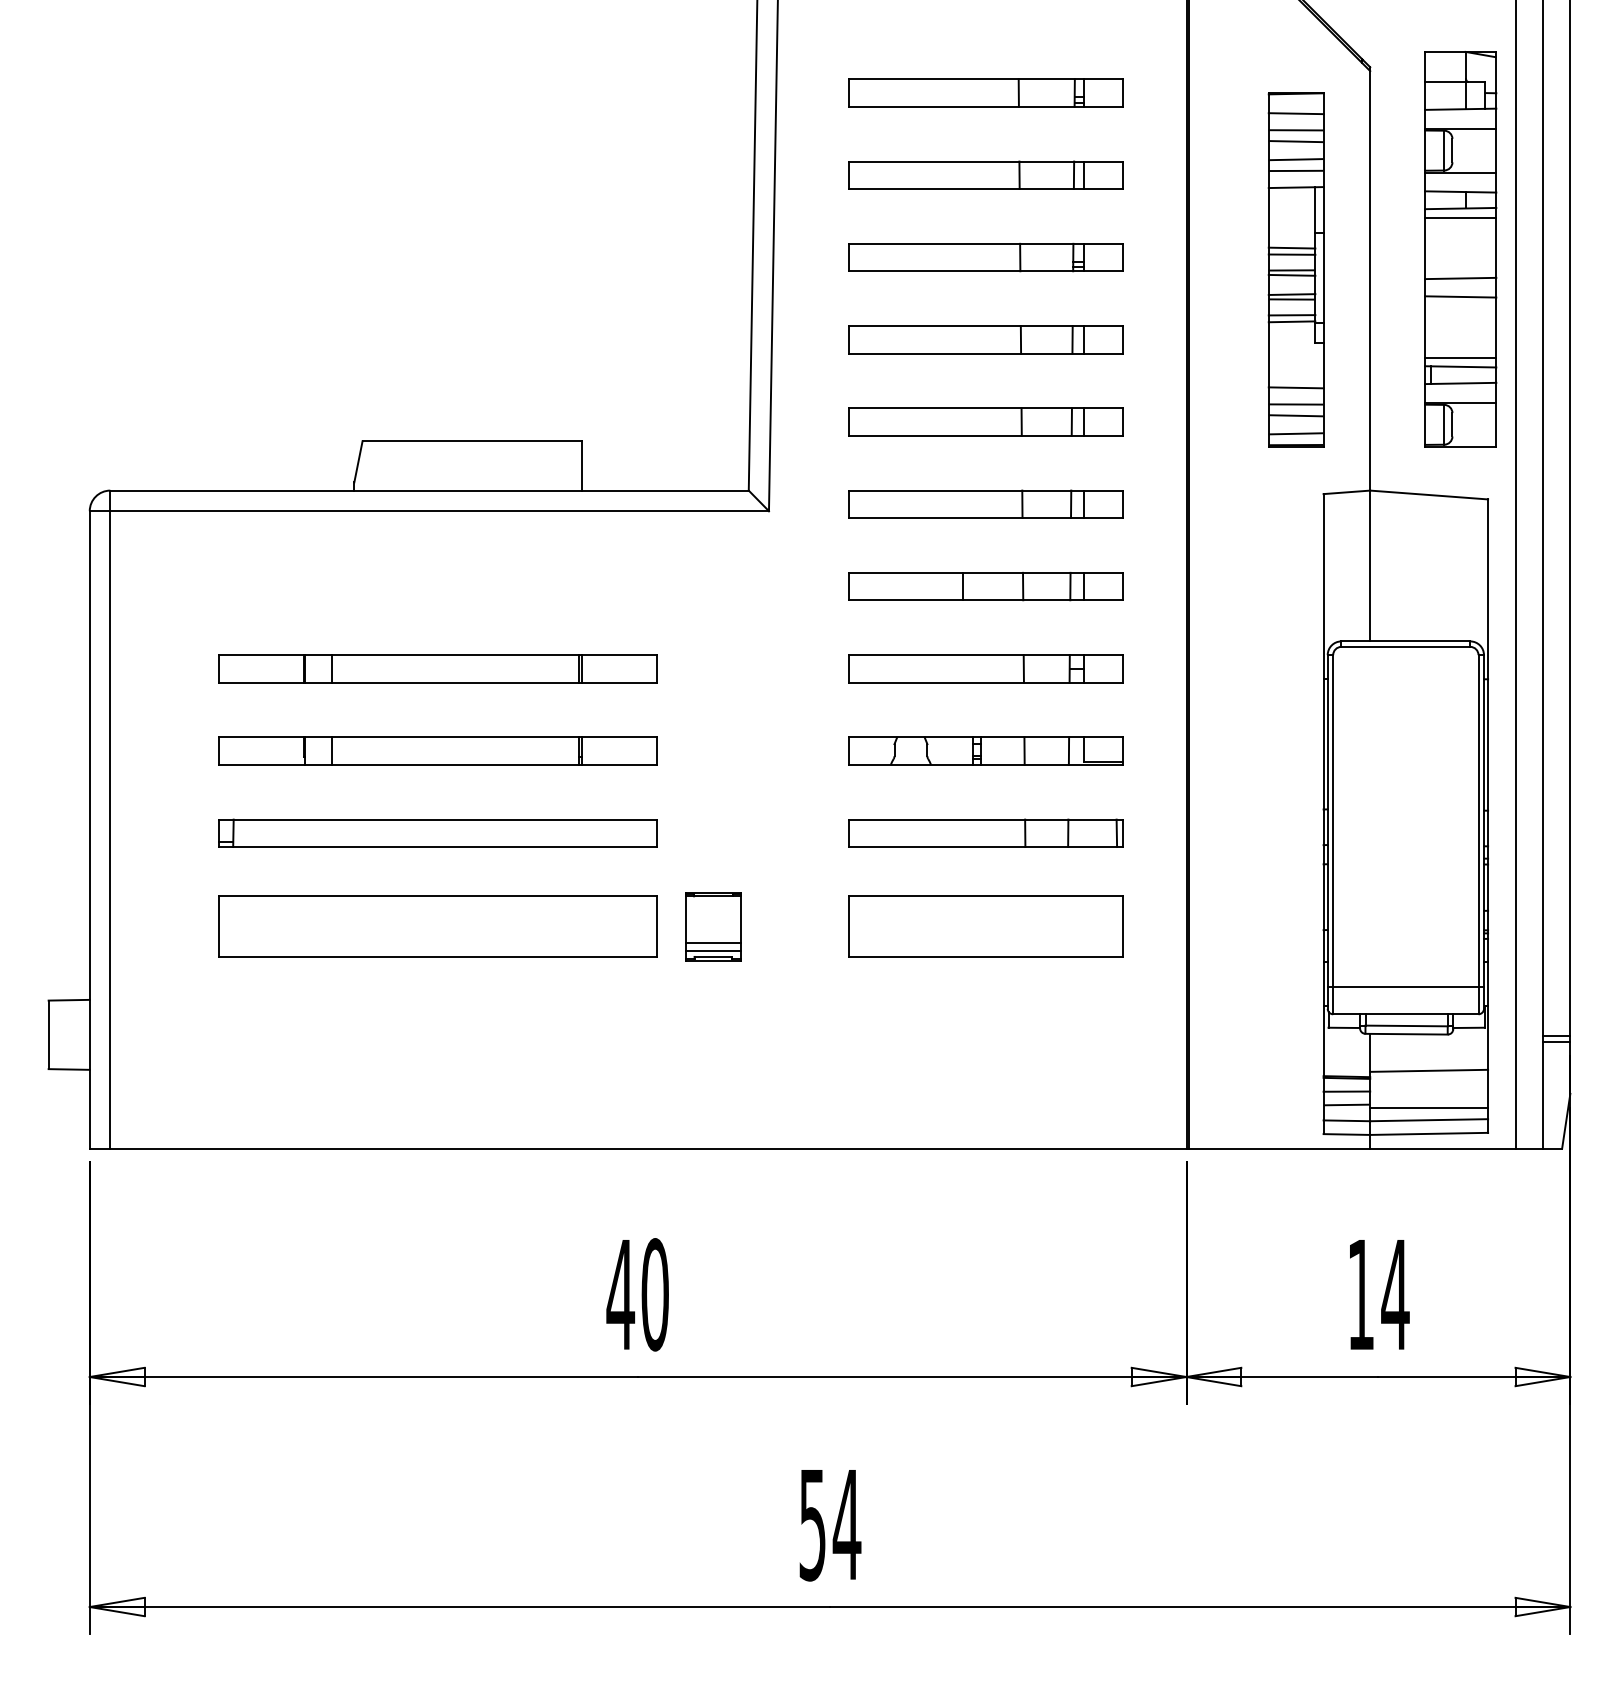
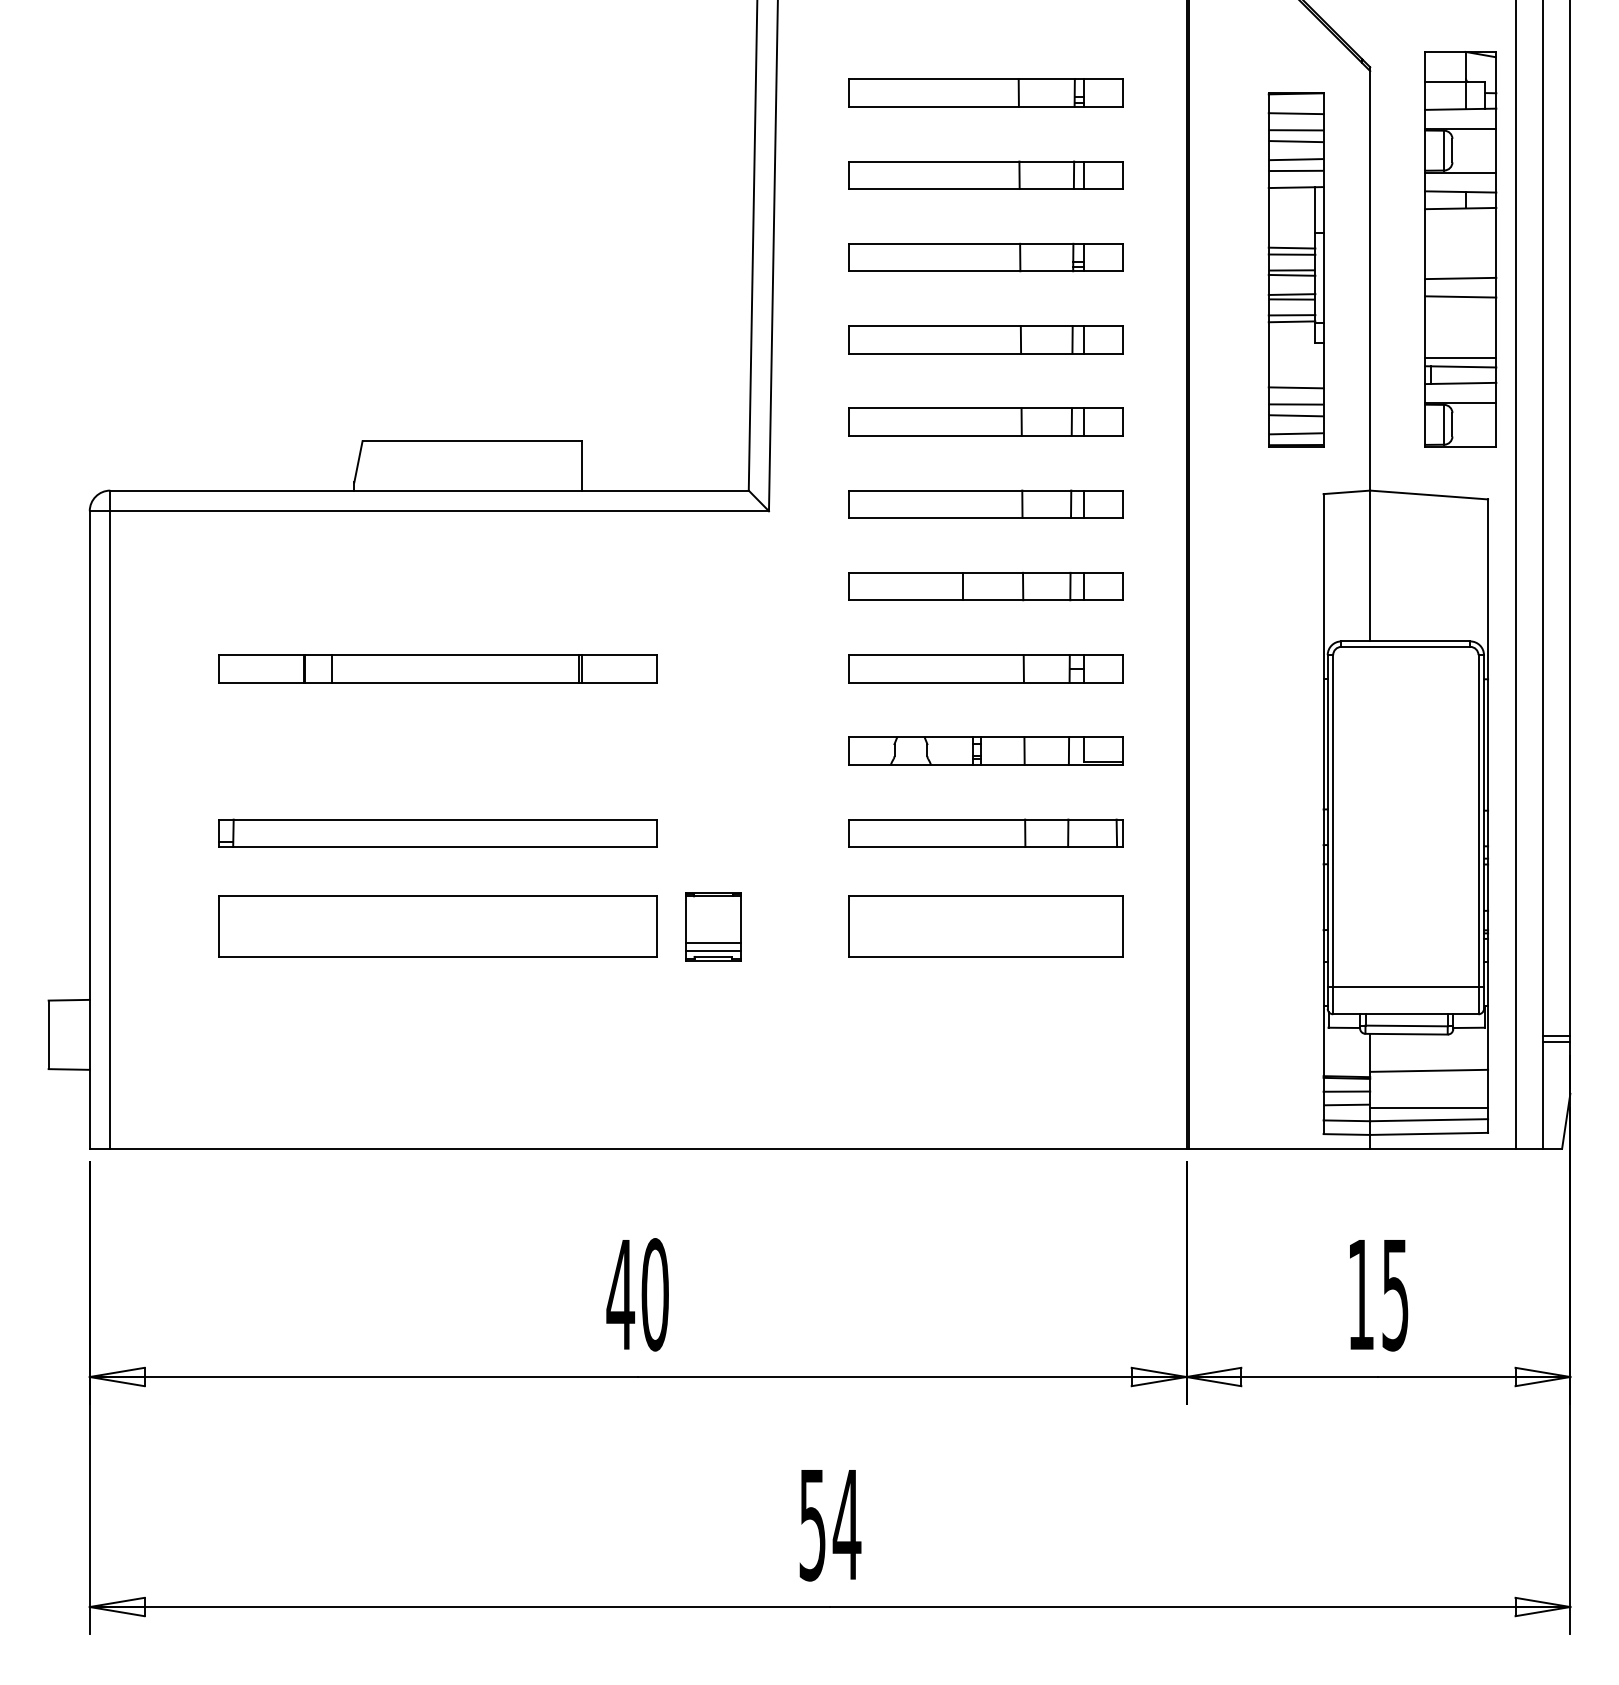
line at (1460, 217): present -> none
part at (437, 750): present -> none
text at (1395, 1295): 14 -> 15
